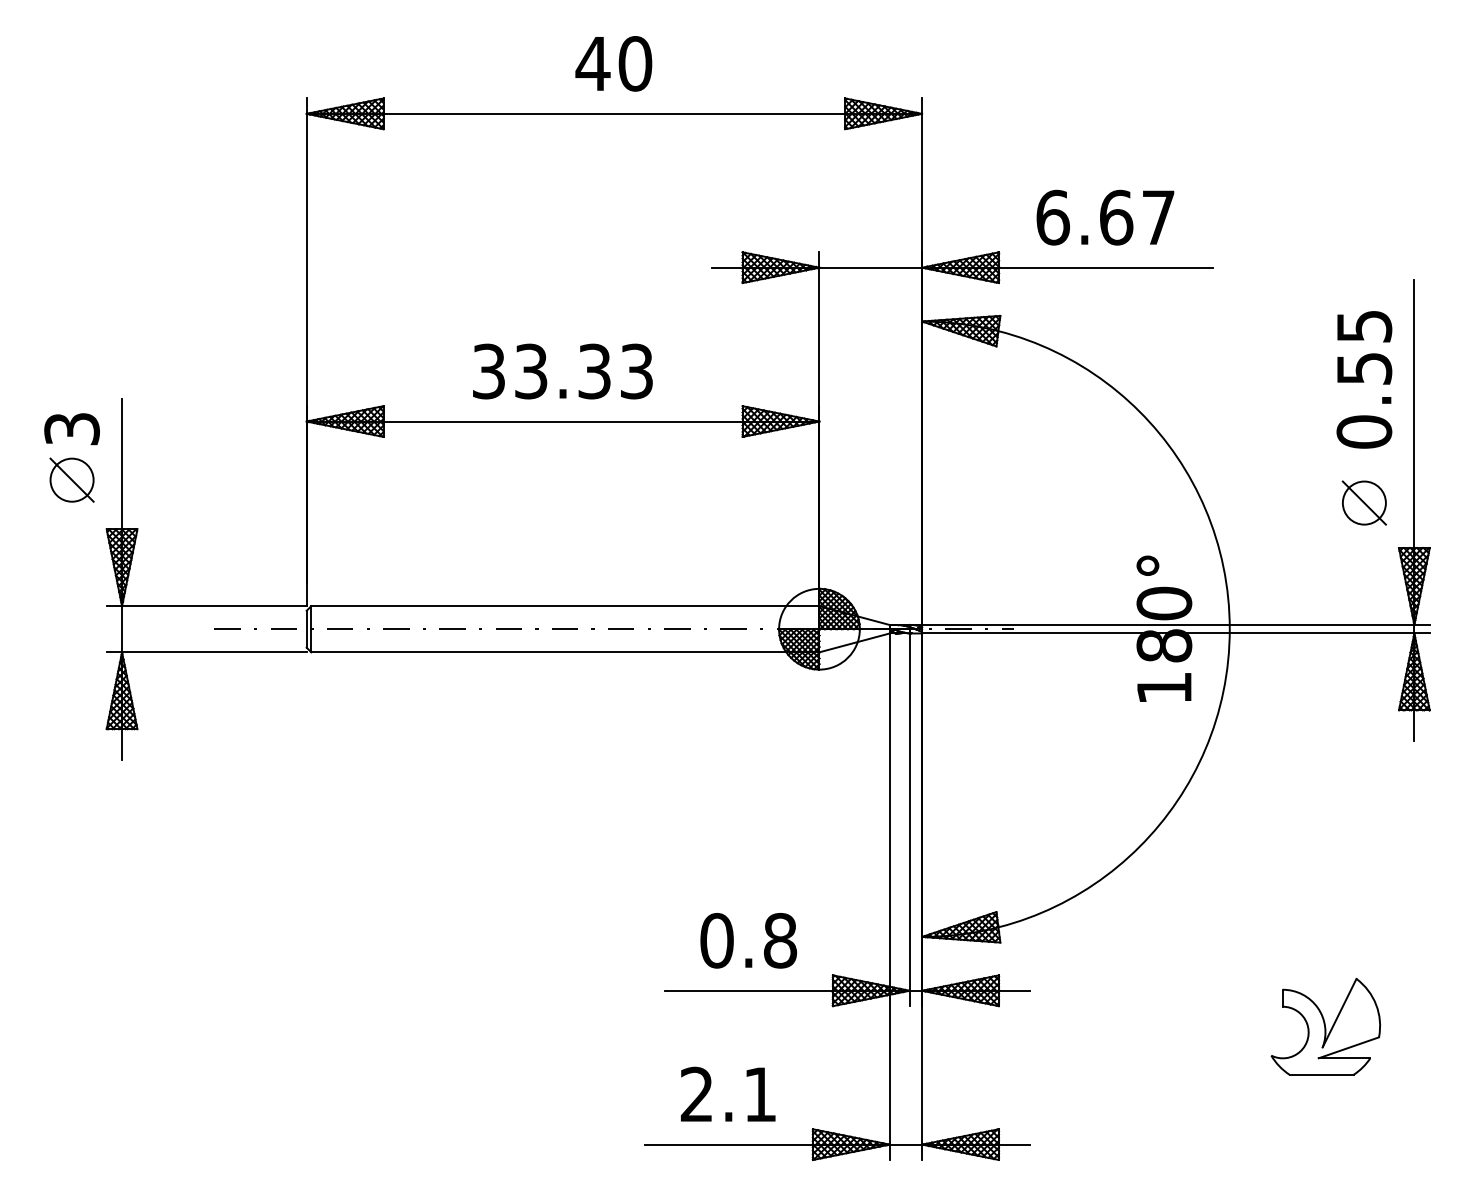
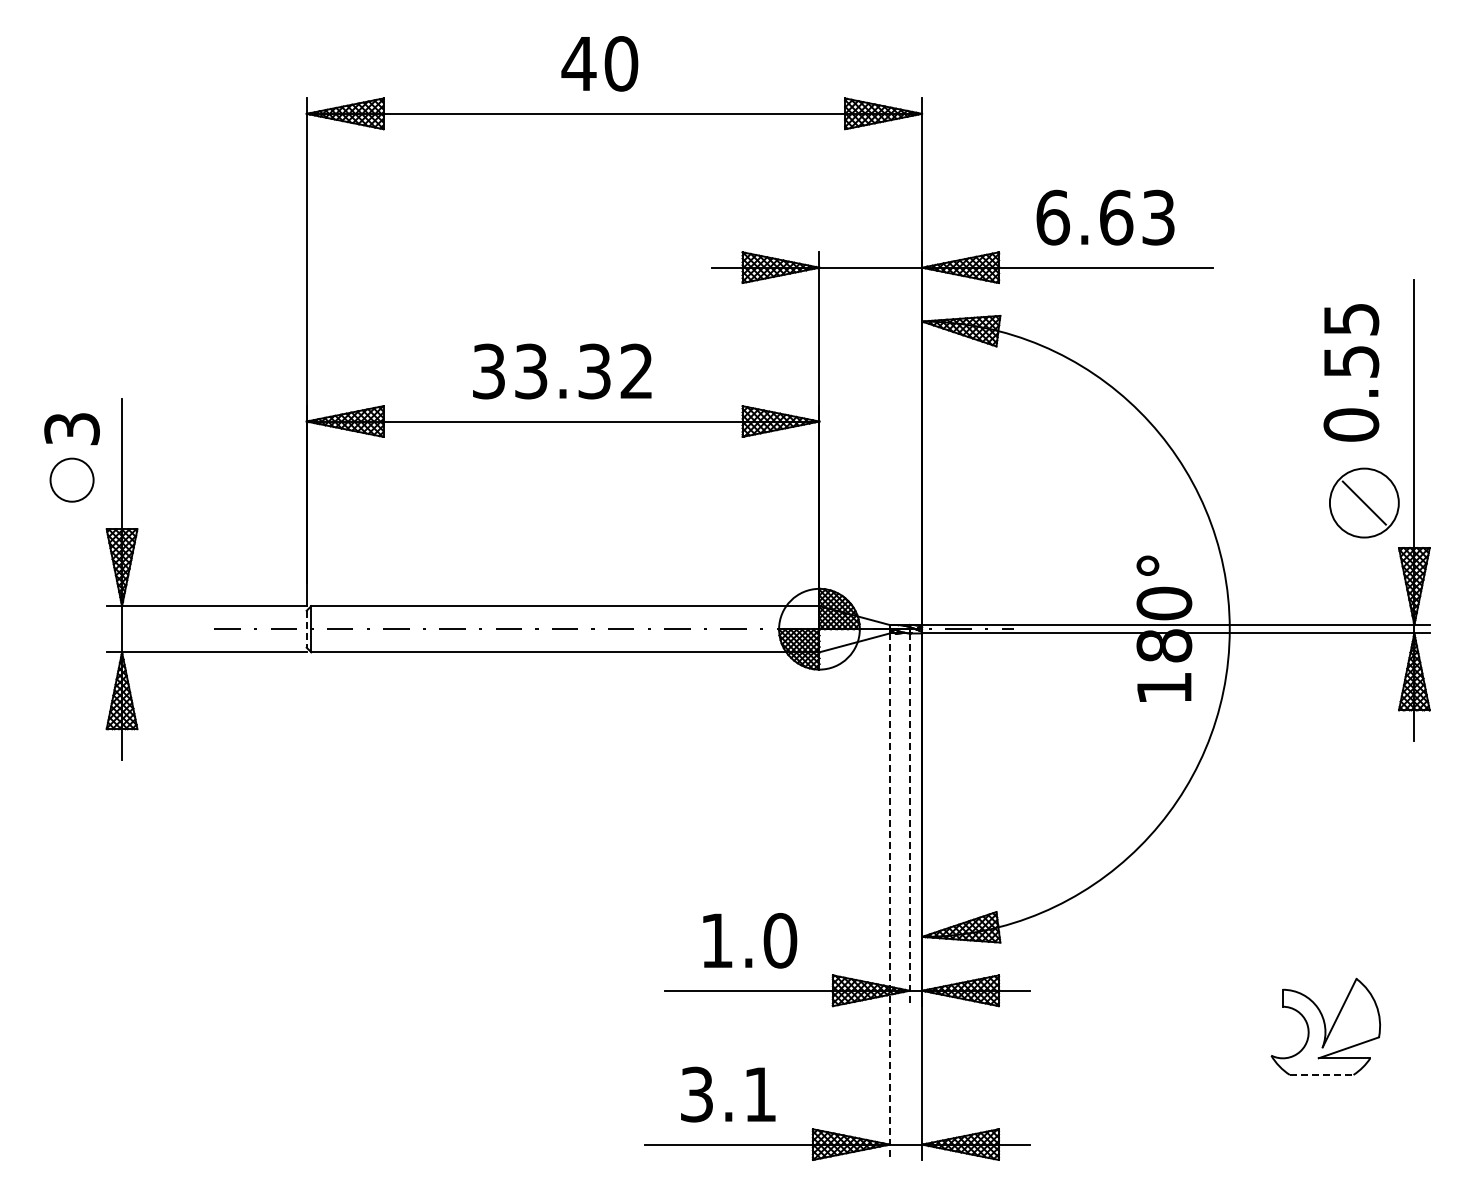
text at (613, 63) position: (613, 63) -> (599, 63)
text at (1158, 217): 6.67 -> 6.63
text at (636, 371): 33.33 -> 33.32
text at (1364, 379) position: (1364, 379) -> (1351, 372)
line at (71, 479): present -> none
circle at (1363, 502) diameter: 43 px -> 69 px
line at (306, 629): solid -> dashed
line at (909, 820): solid -> dashed
line at (889, 897): solid -> dashed
text at (748, 940): 0.8 -> 1.0
line at (1321, 1074): solid -> dashed
text at (696, 1094): 2.1 -> 3.1
